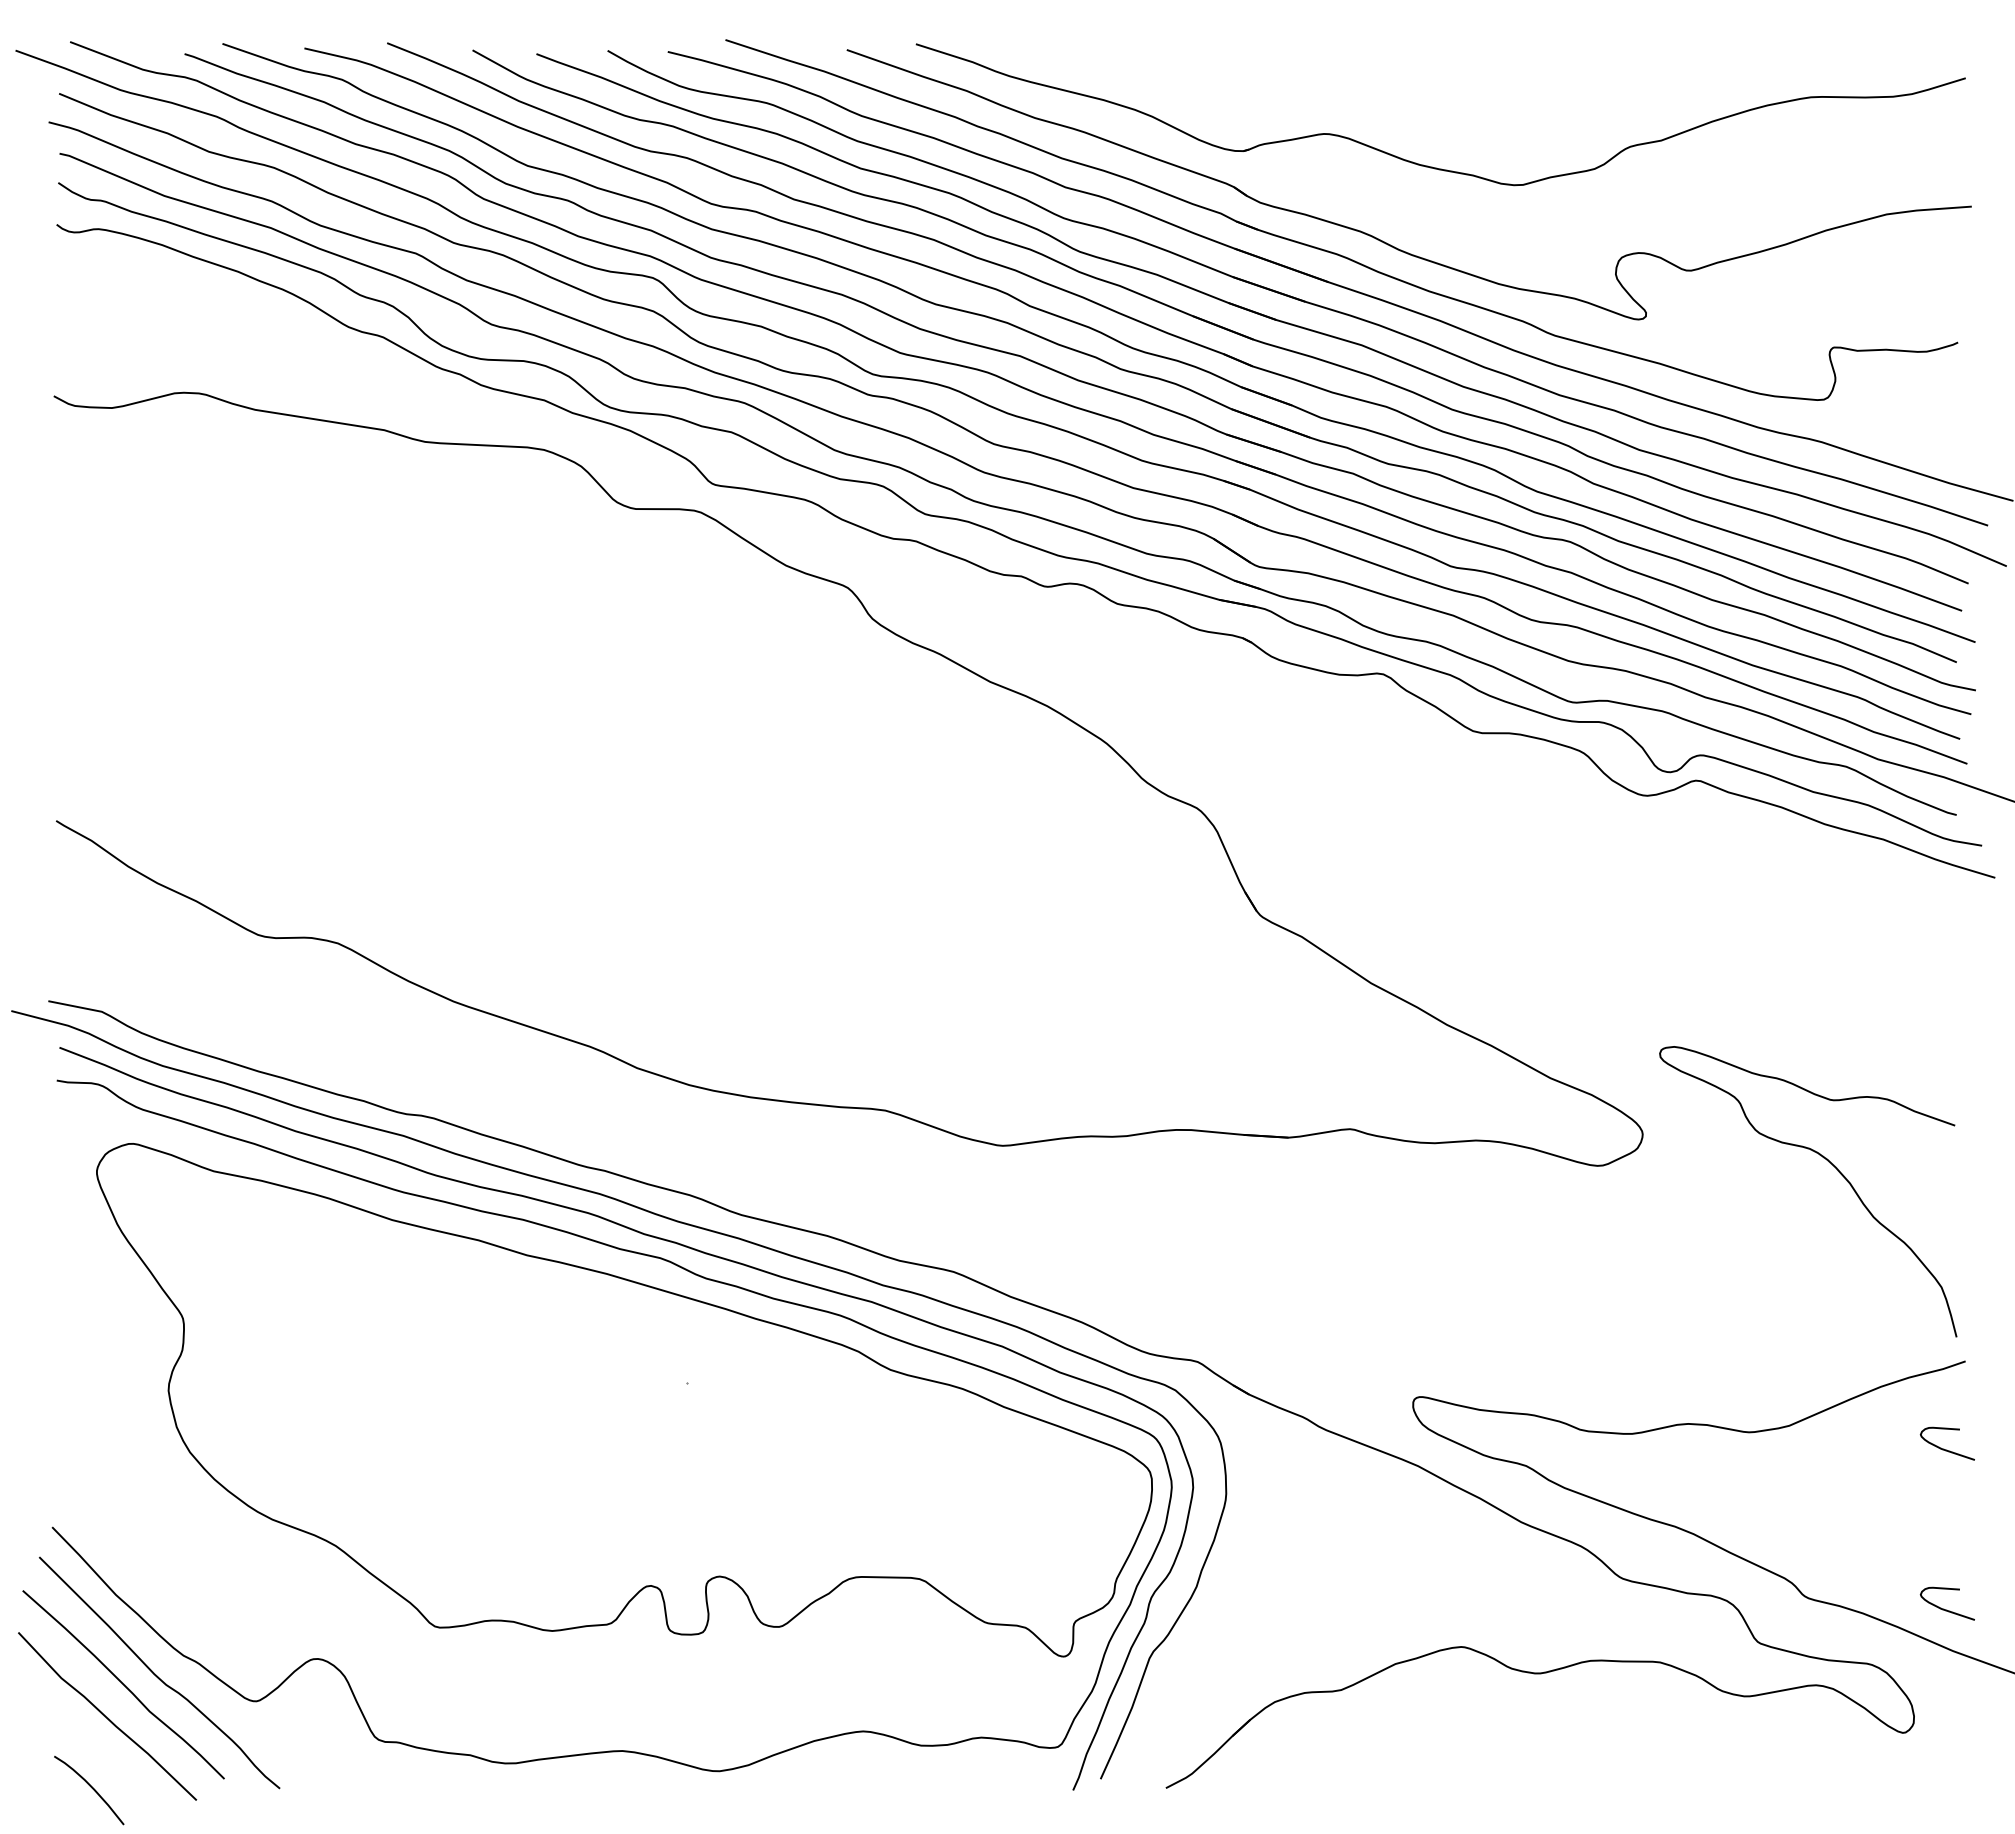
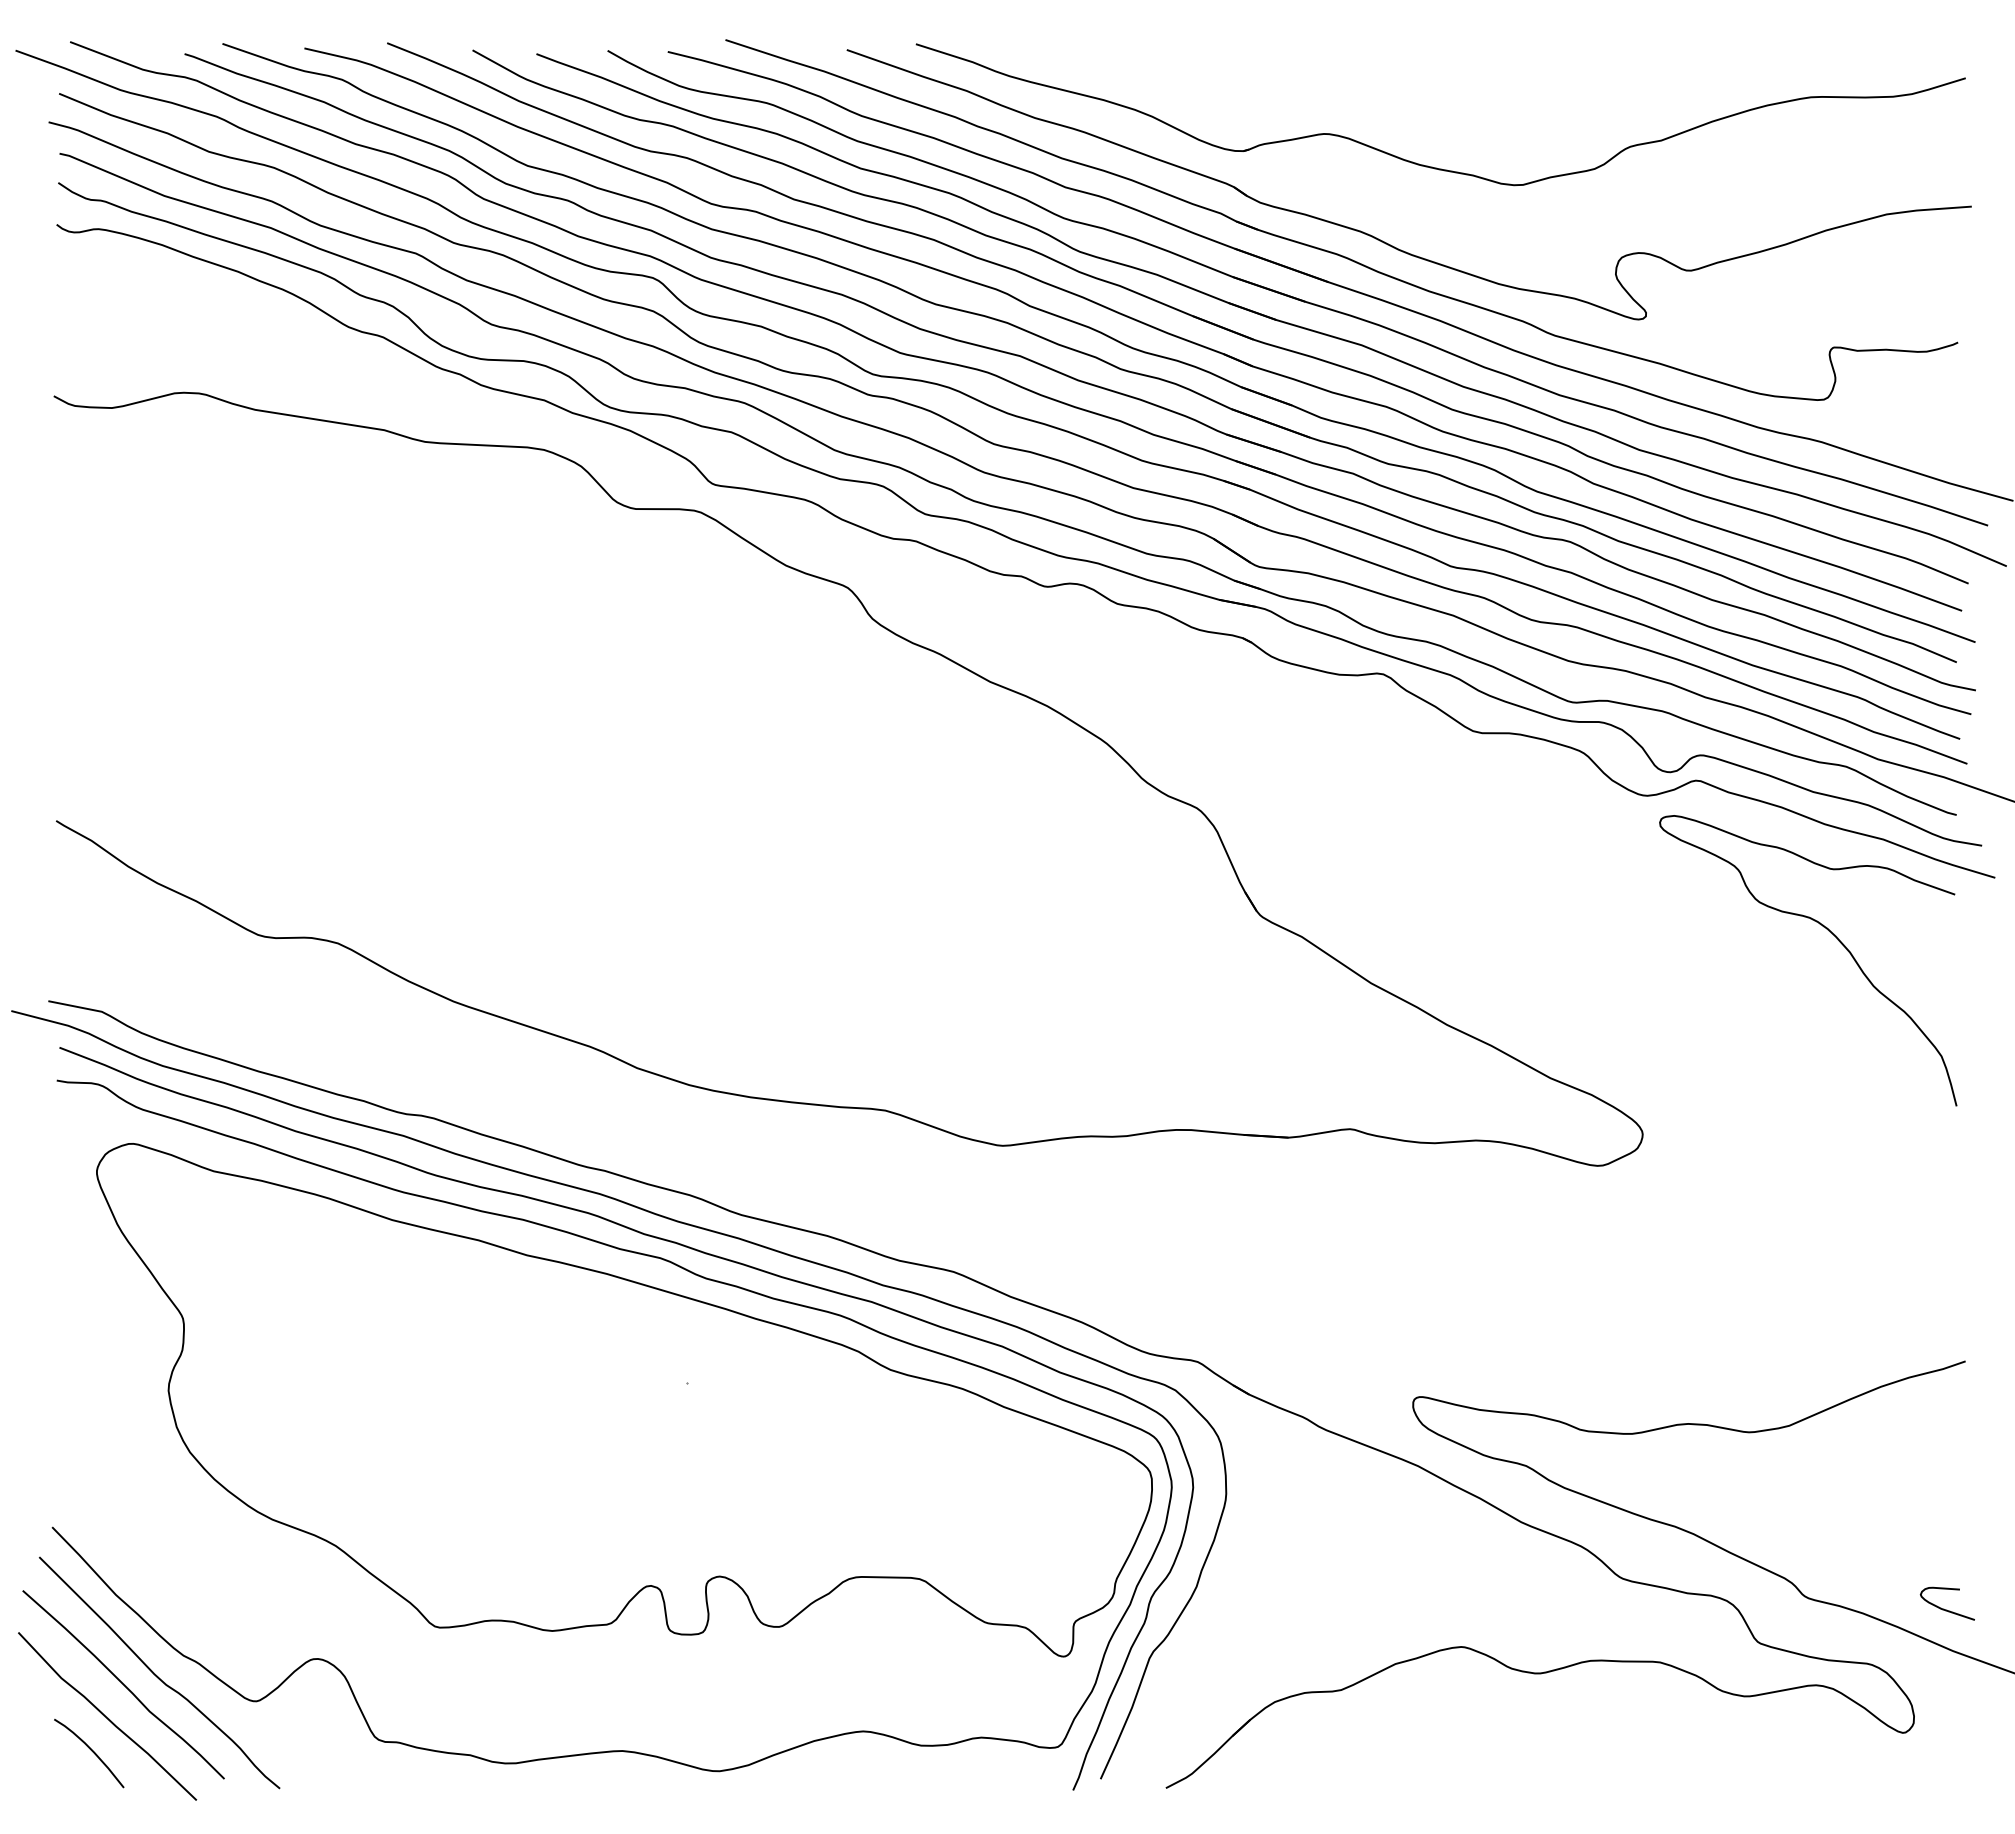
curve at (1828, 1162) position: (1828, 1162) -> (1828, 931)
curve at (1943, 1448): present -> none
curve at (91, 1788) position: (91, 1788) -> (91, 1751)
